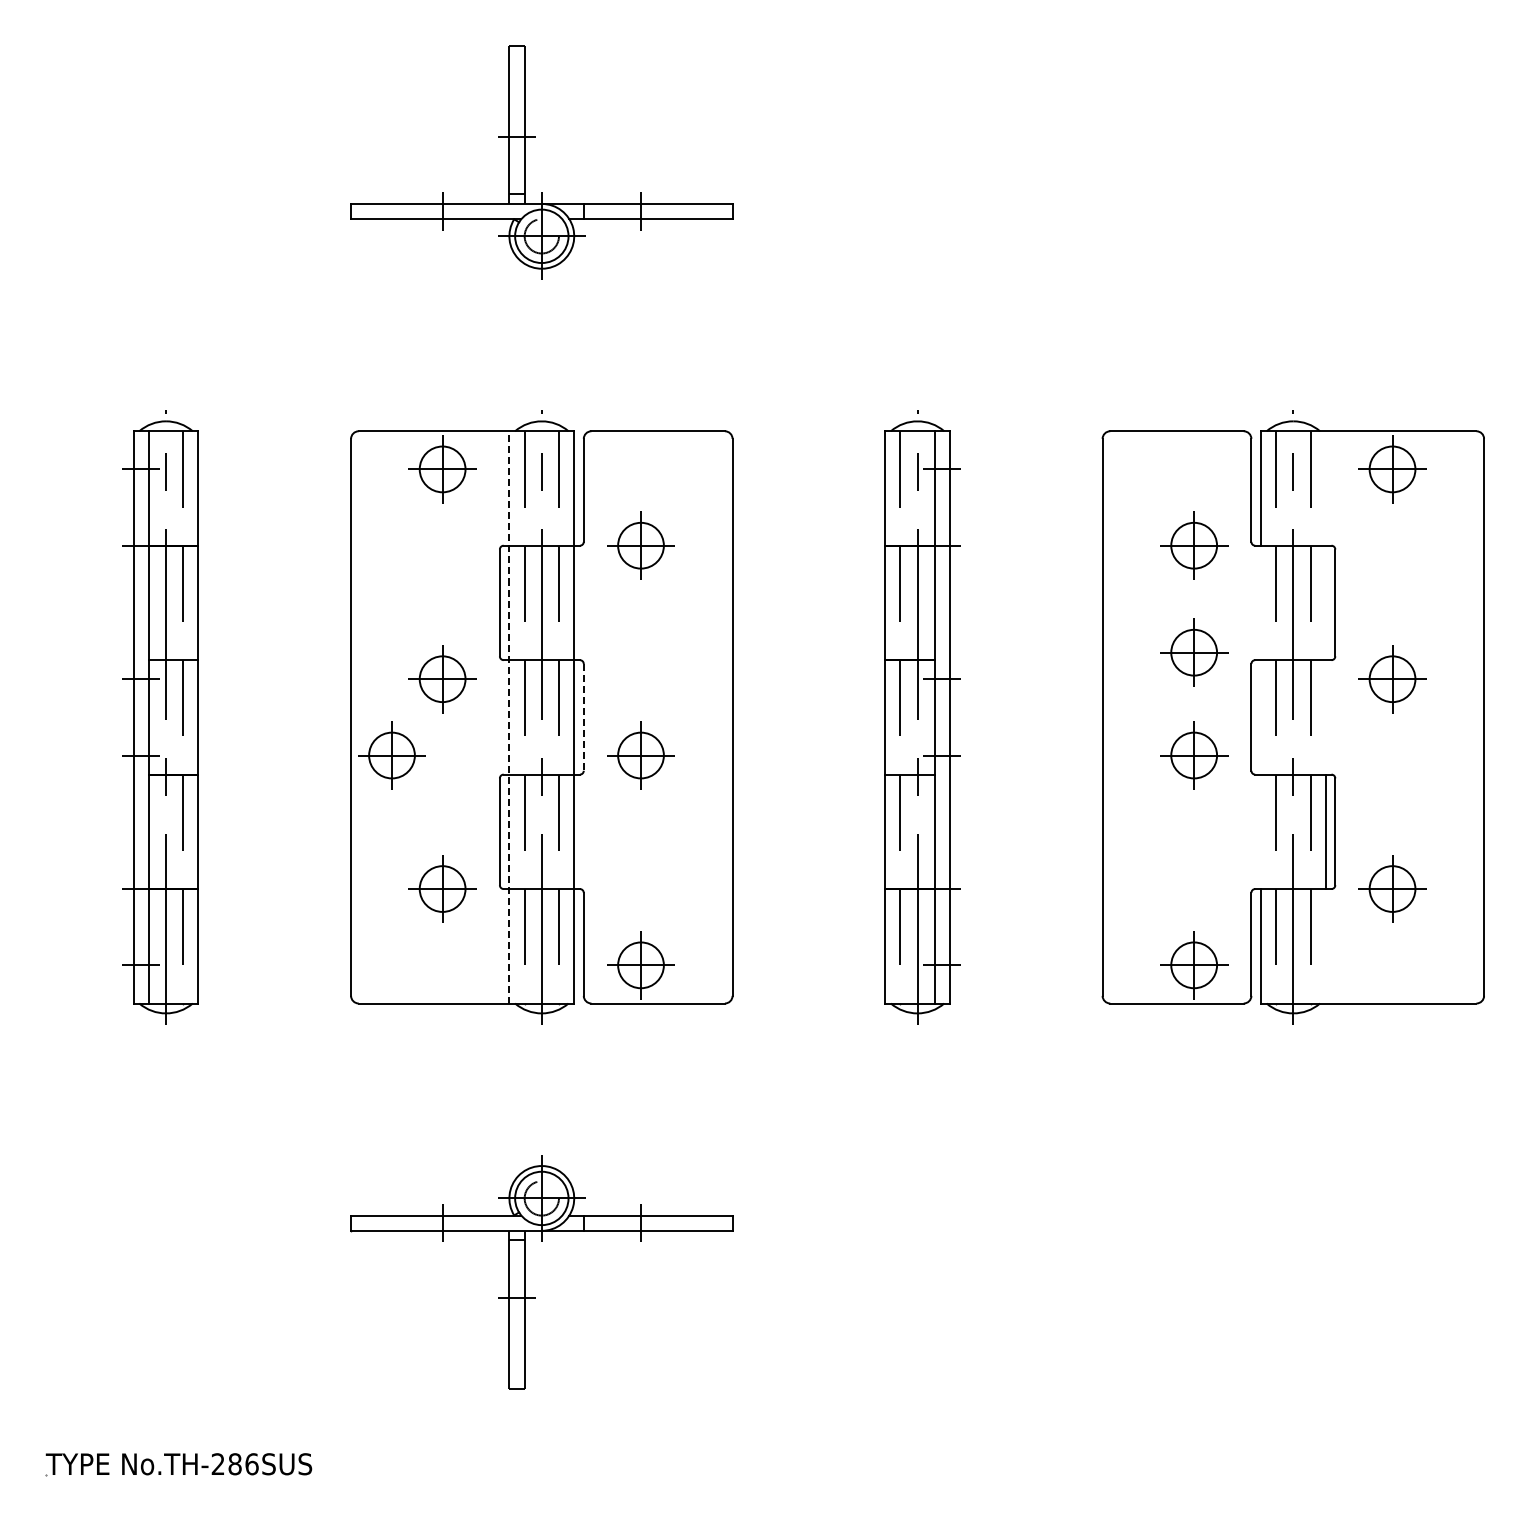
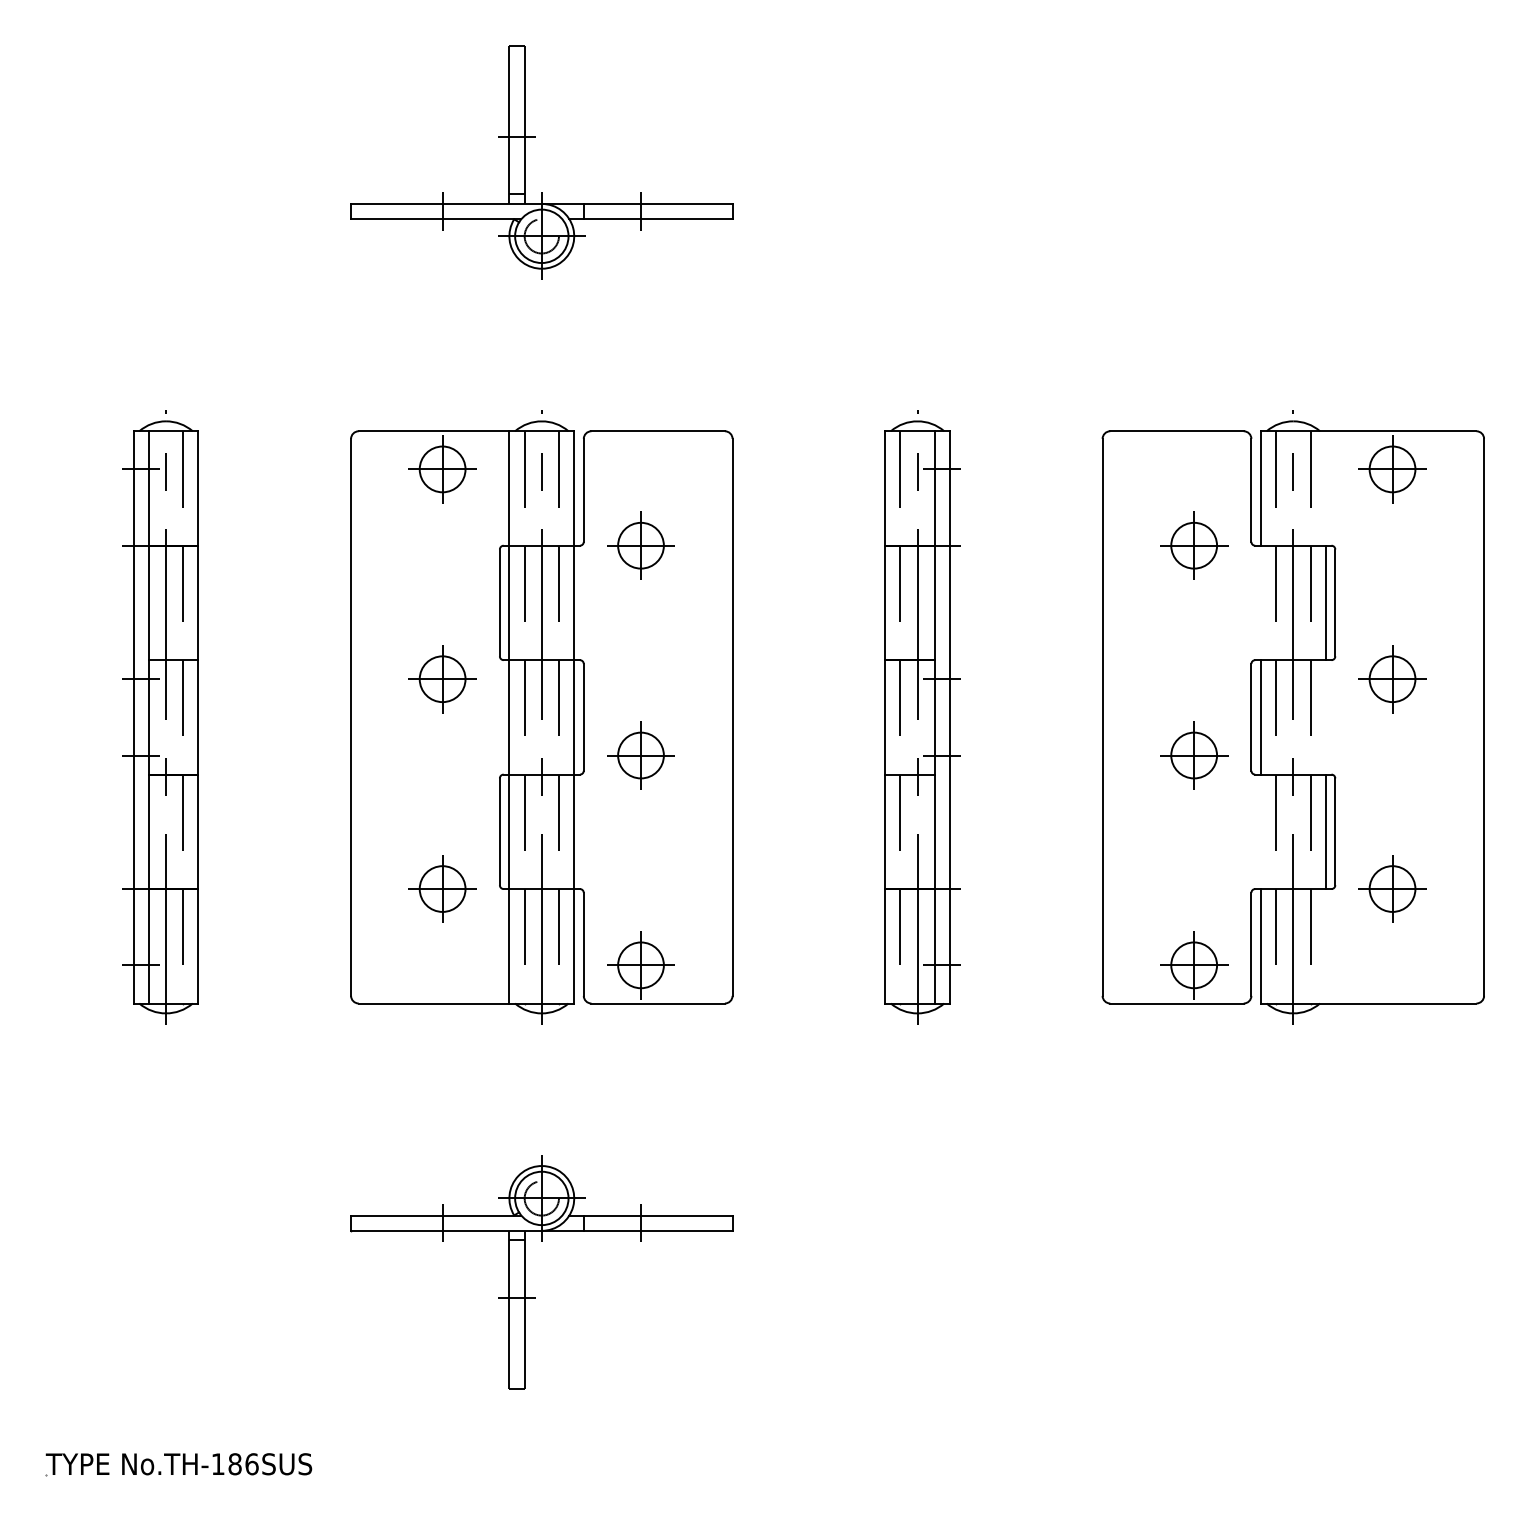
line at (1325, 602): none -> present
part at (1194, 652): present -> none
line at (509, 716): dashed -> solid
line at (583, 717): dashed -> solid
line at (1260, 717): none -> present
part at (391, 755): present -> none
text at (217, 1463): No.TH-286SUS -> No.TH-186SUS
